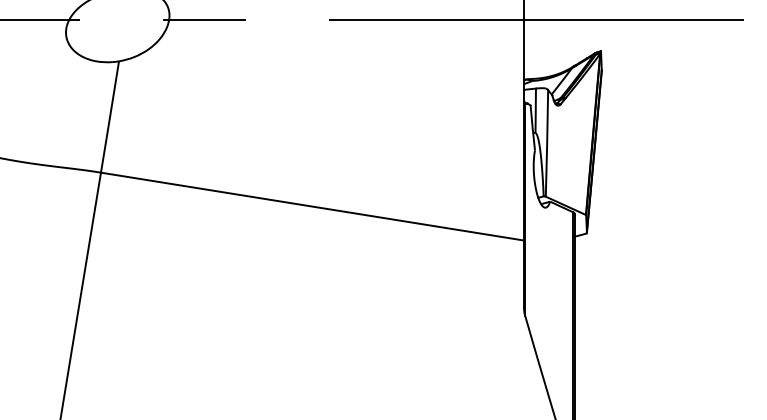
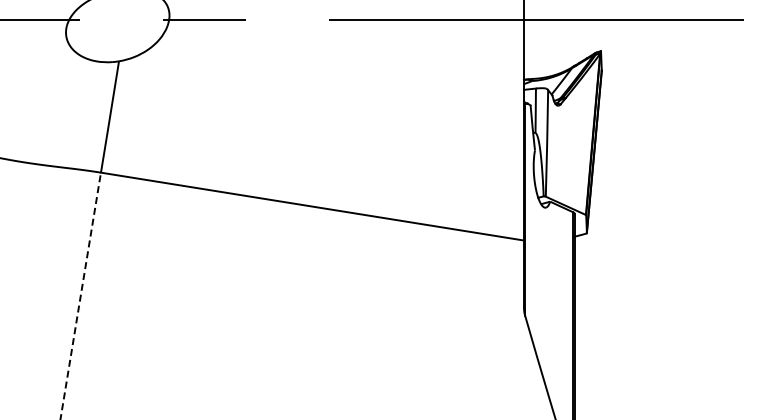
line at (80, 295): solid -> dashed
